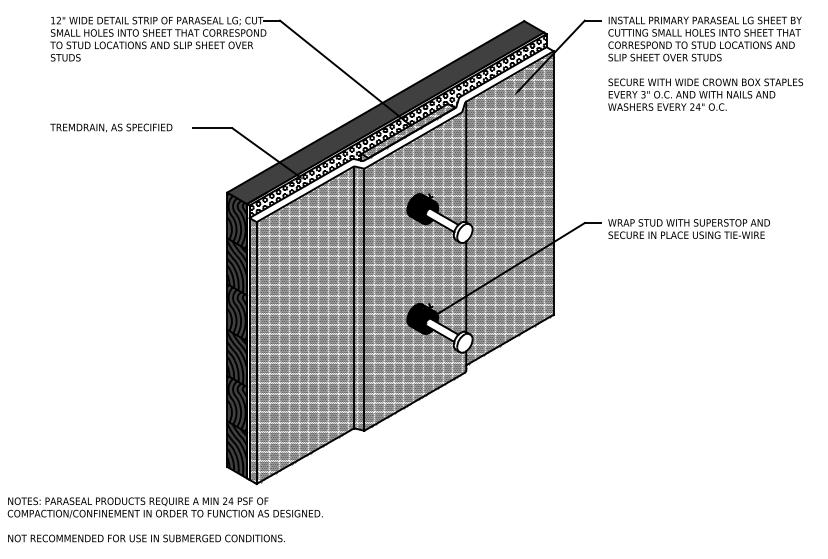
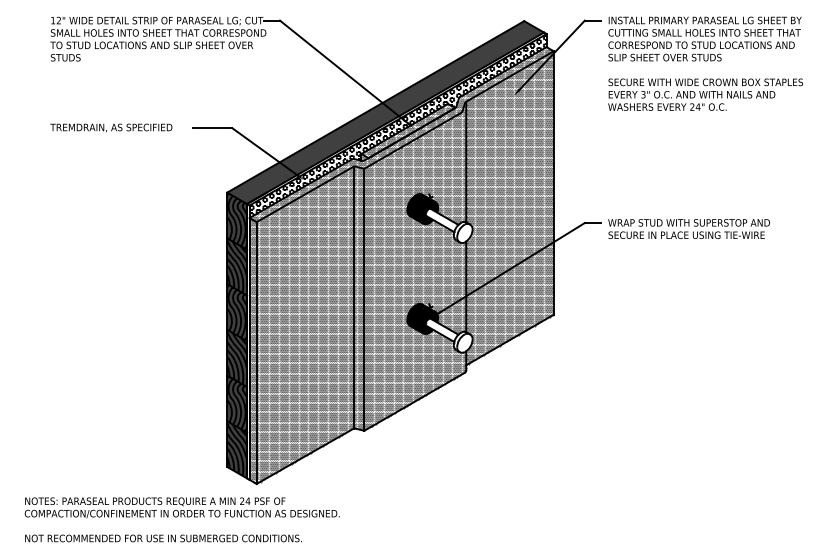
hatch at (401, 134): none -> present
text at (164, 519) position: (164, 519) -> (181, 519)
